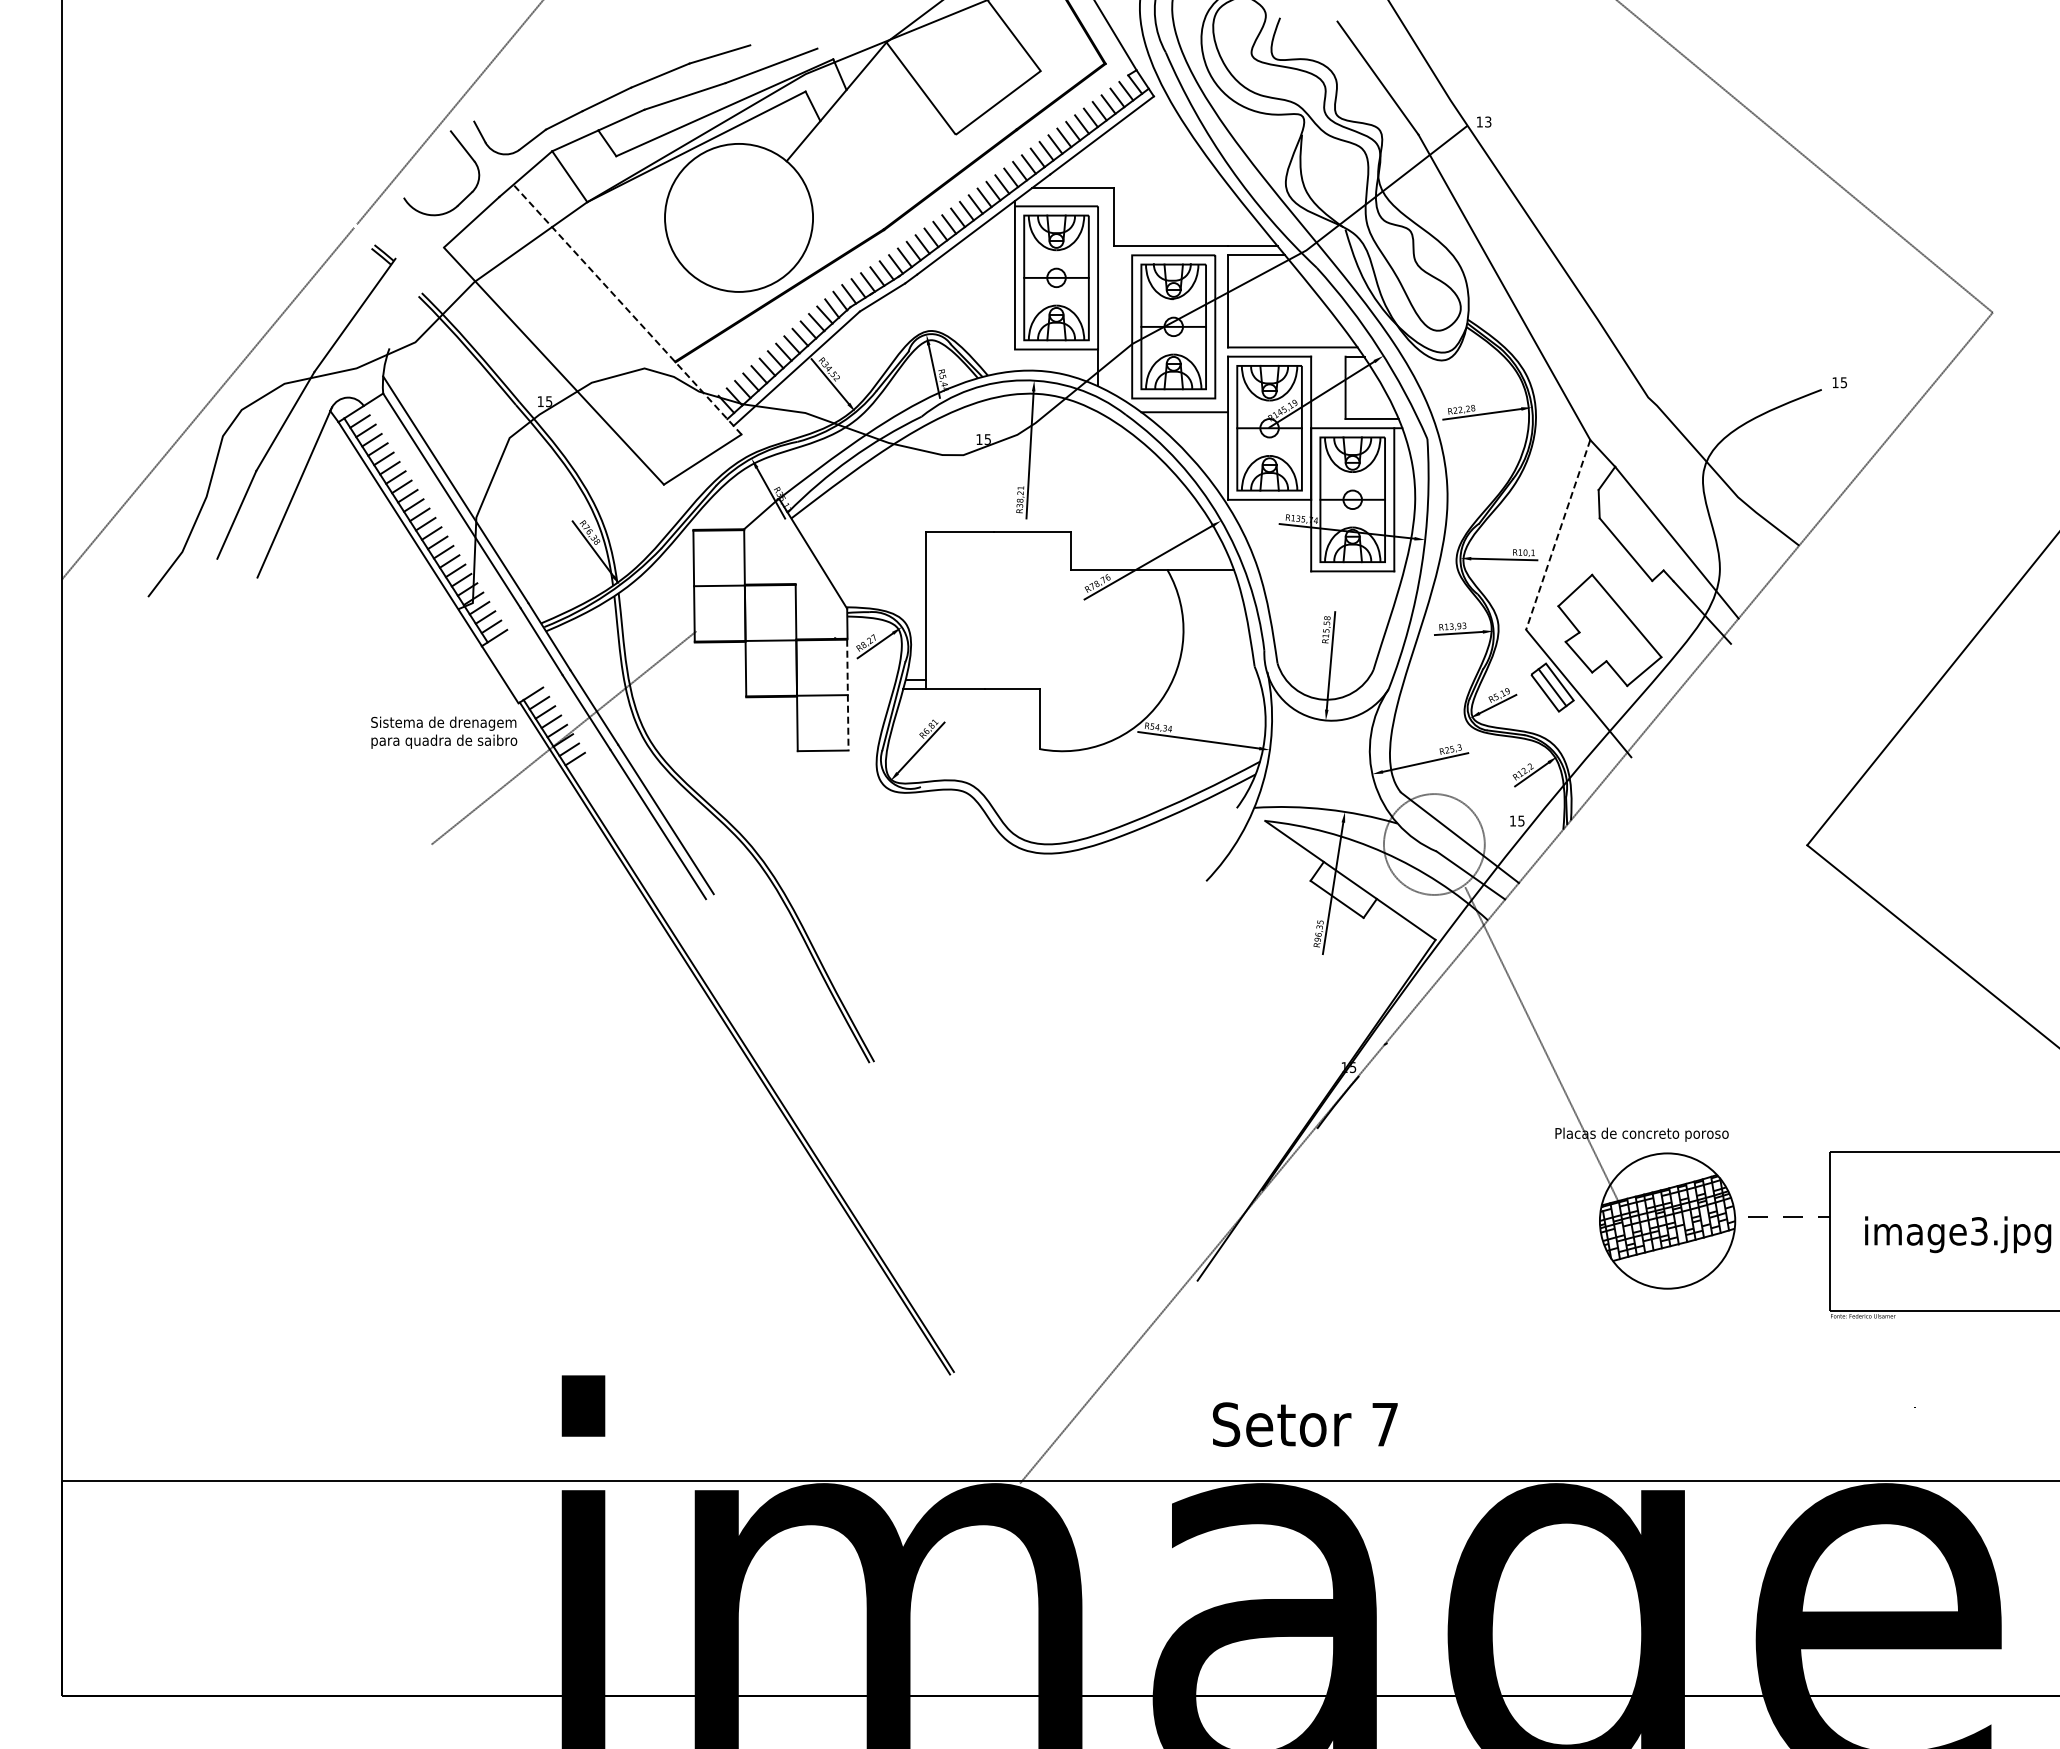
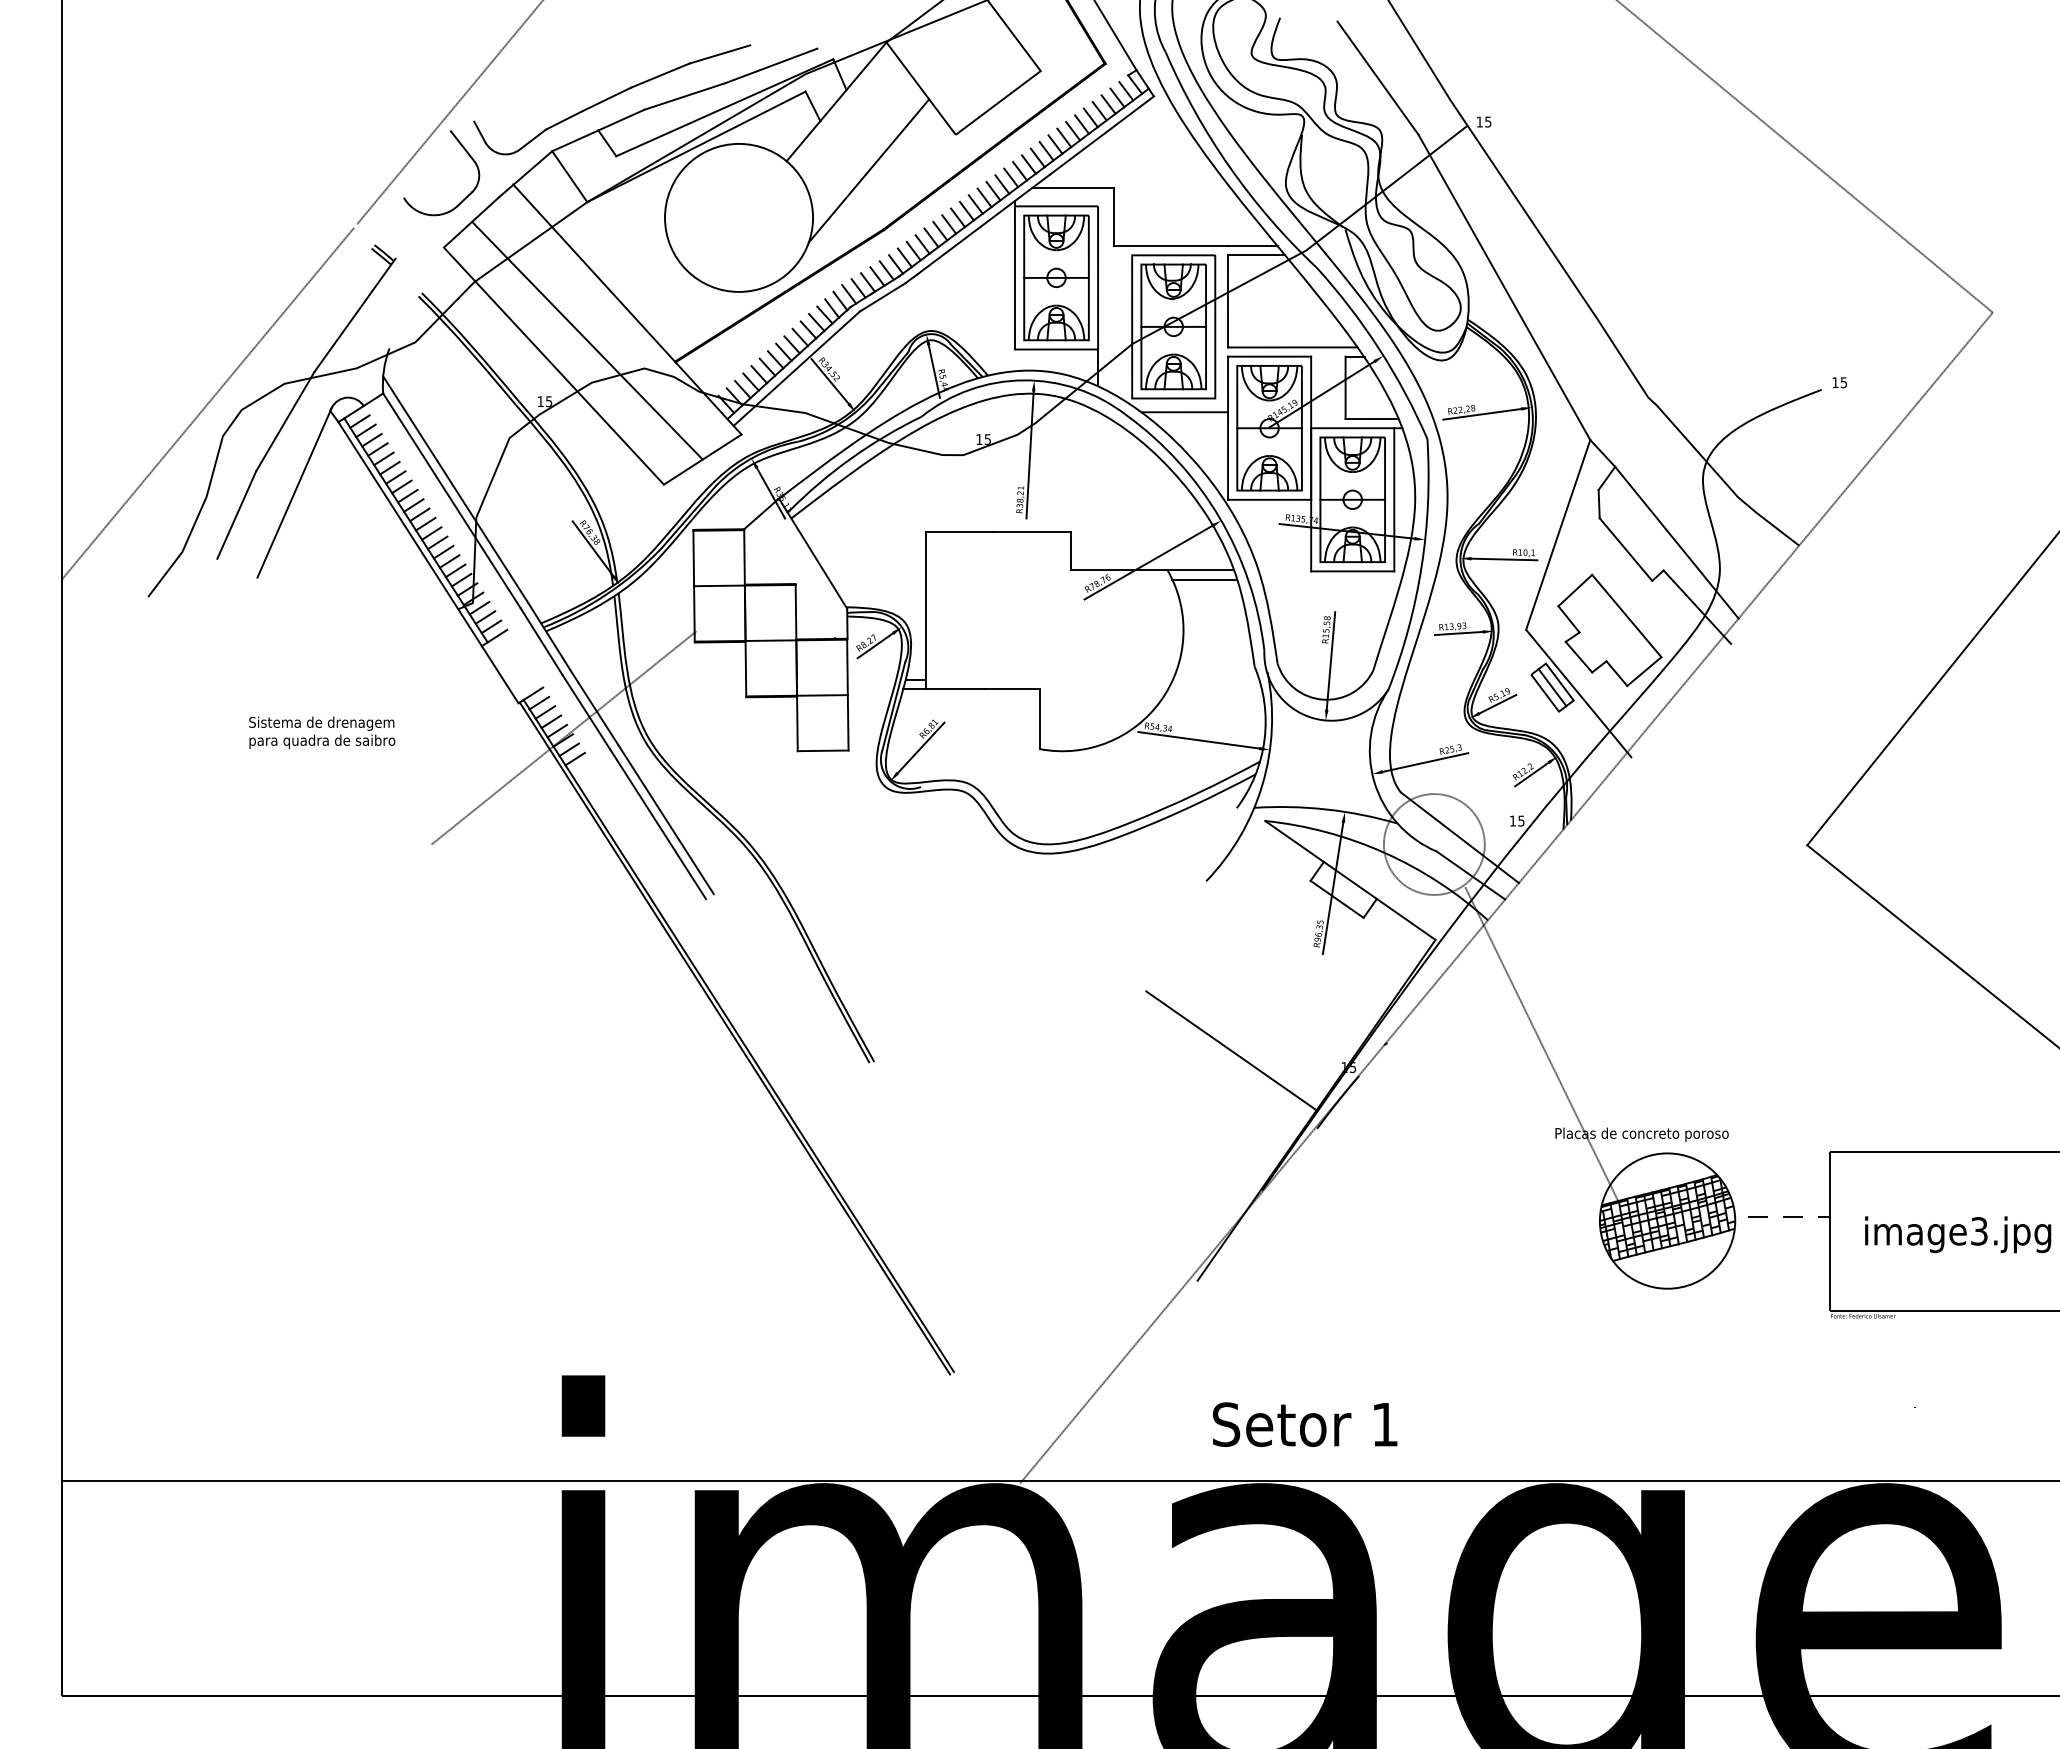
text at (1488, 121): 13 -> 15
line at (868, 170): none -> present
line at (627, 309): dashed -> solid
line at (587, 340): none -> present
line at (1558, 535): dashed -> solid
line at (1204, 579): none -> present
line at (847, 695): dashed -> solid
text at (444, 732) position: (444, 732) -> (322, 732)
line at (1231, 1050): none -> present
text at (1384, 1424): 7 -> 1
